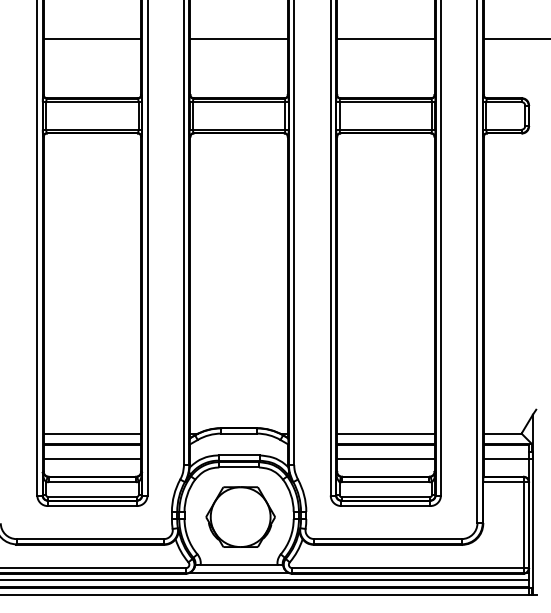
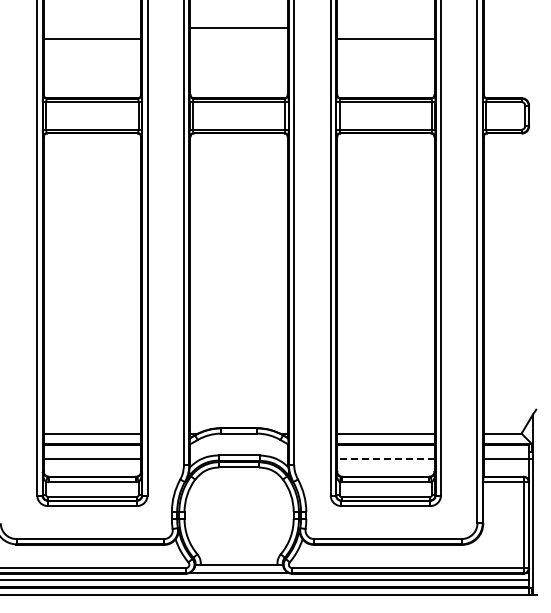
line at (238, 38) position: (238, 38) -> (238, 27)
line at (515, 38): present -> none
line at (385, 459): solid -> dashed
part at (240, 516): present -> none
